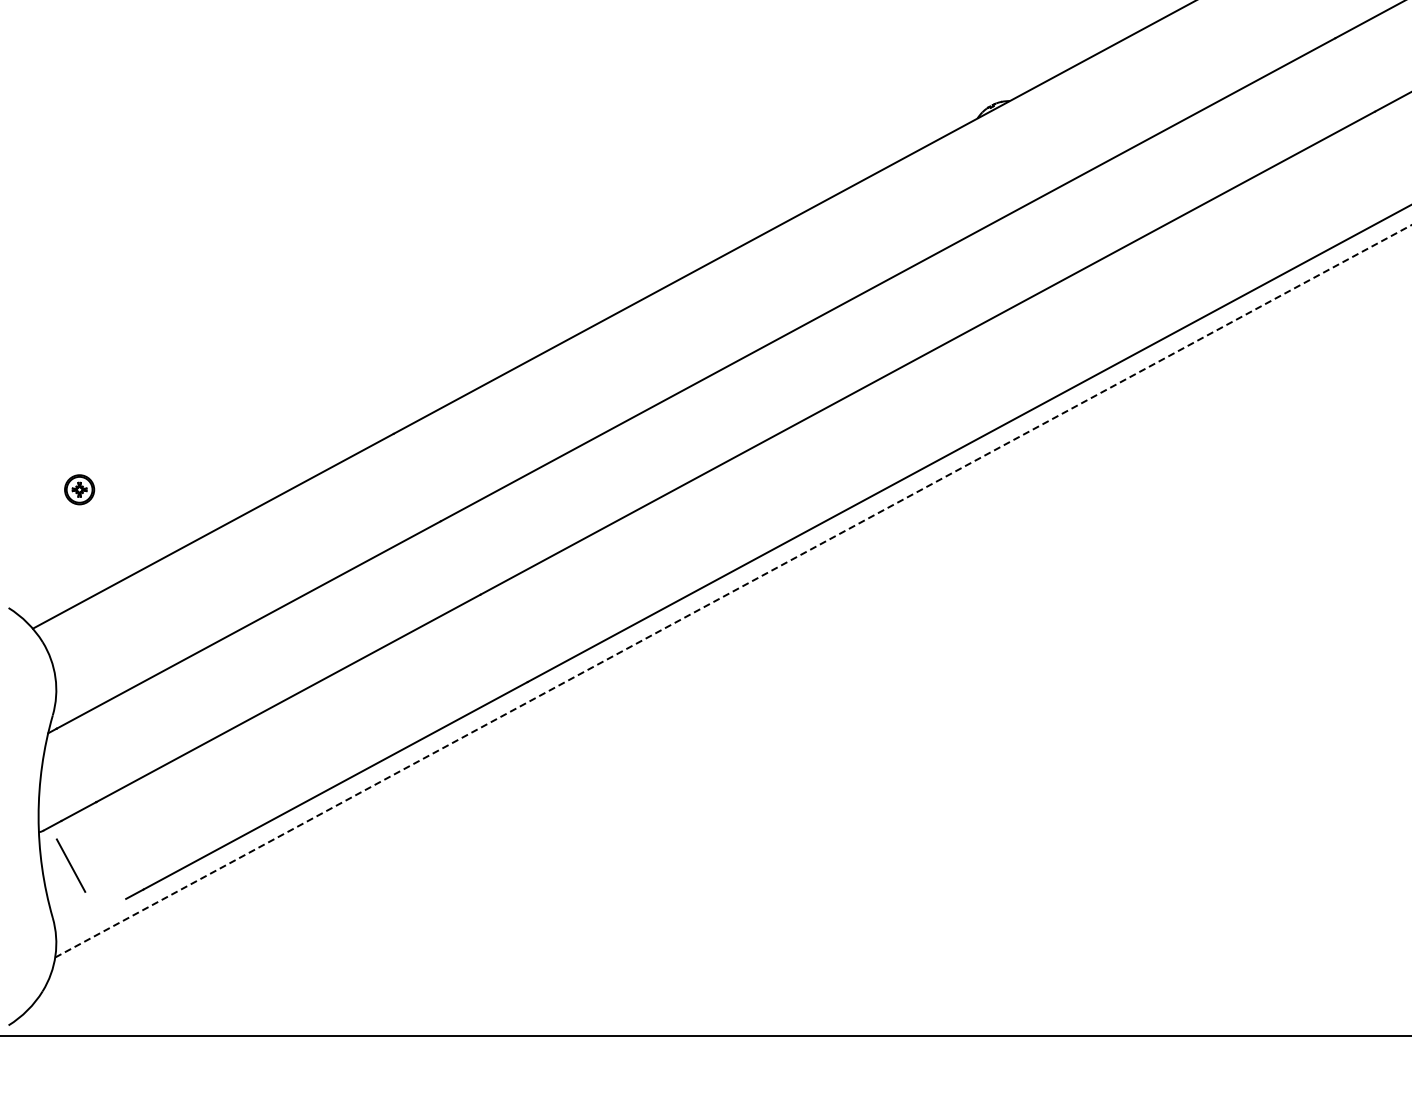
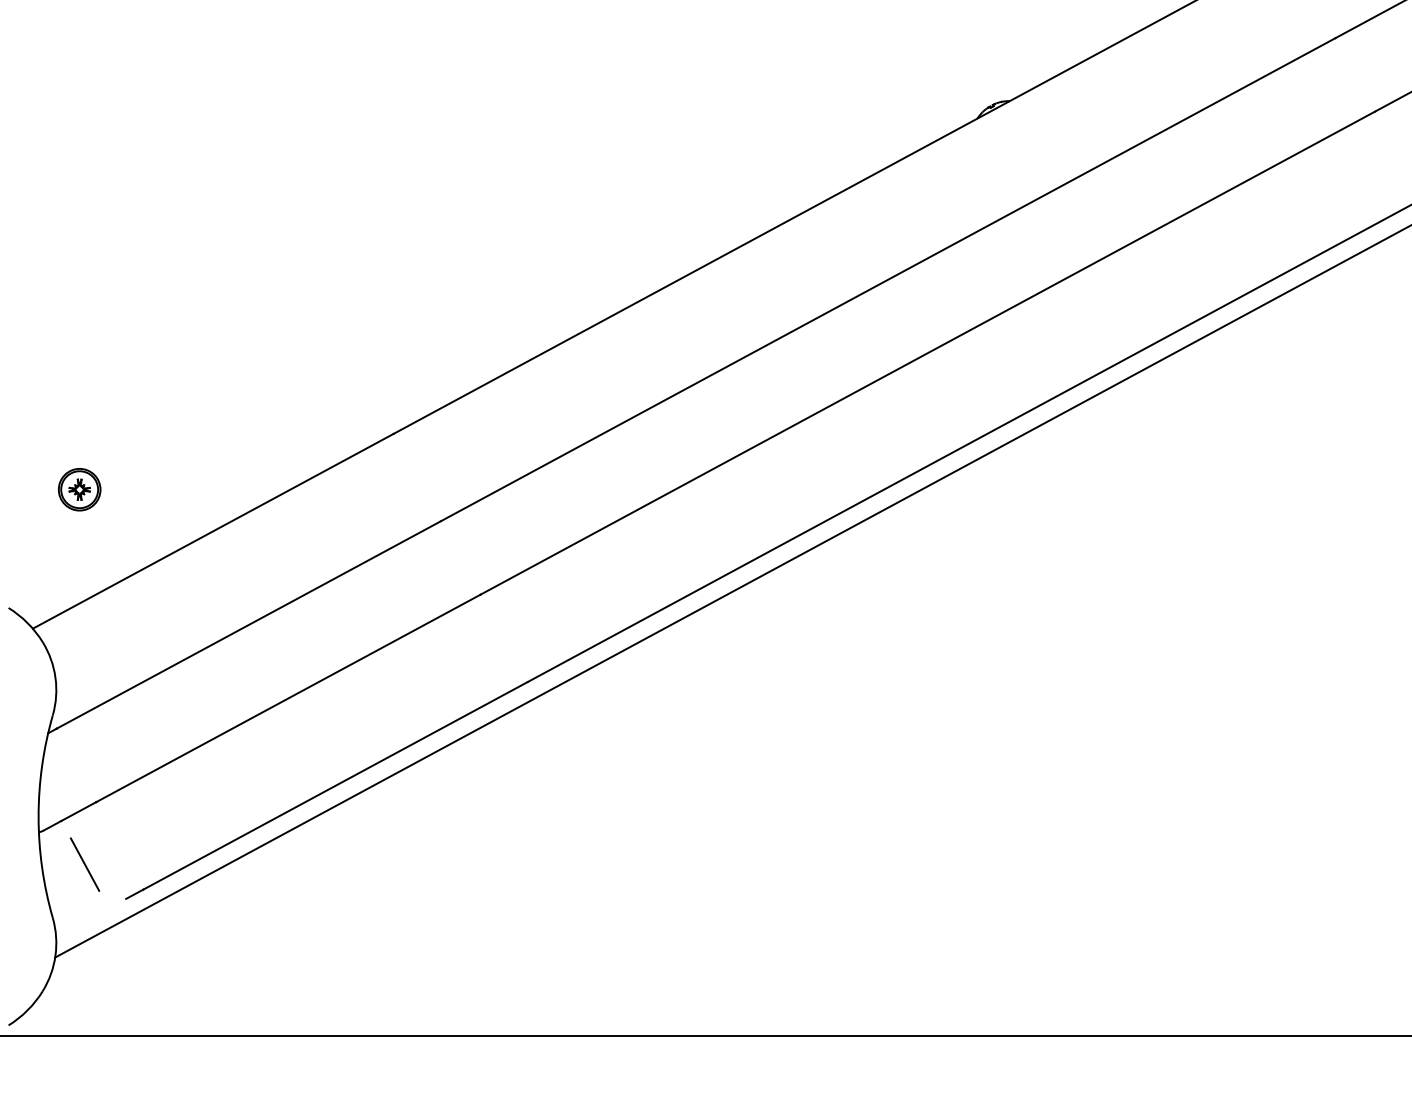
part at (79, 489) size: 32x32 px -> 45x44 px
line at (733, 591): dashed -> solid
line at (70, 865) position: (70, 865) -> (84, 864)
